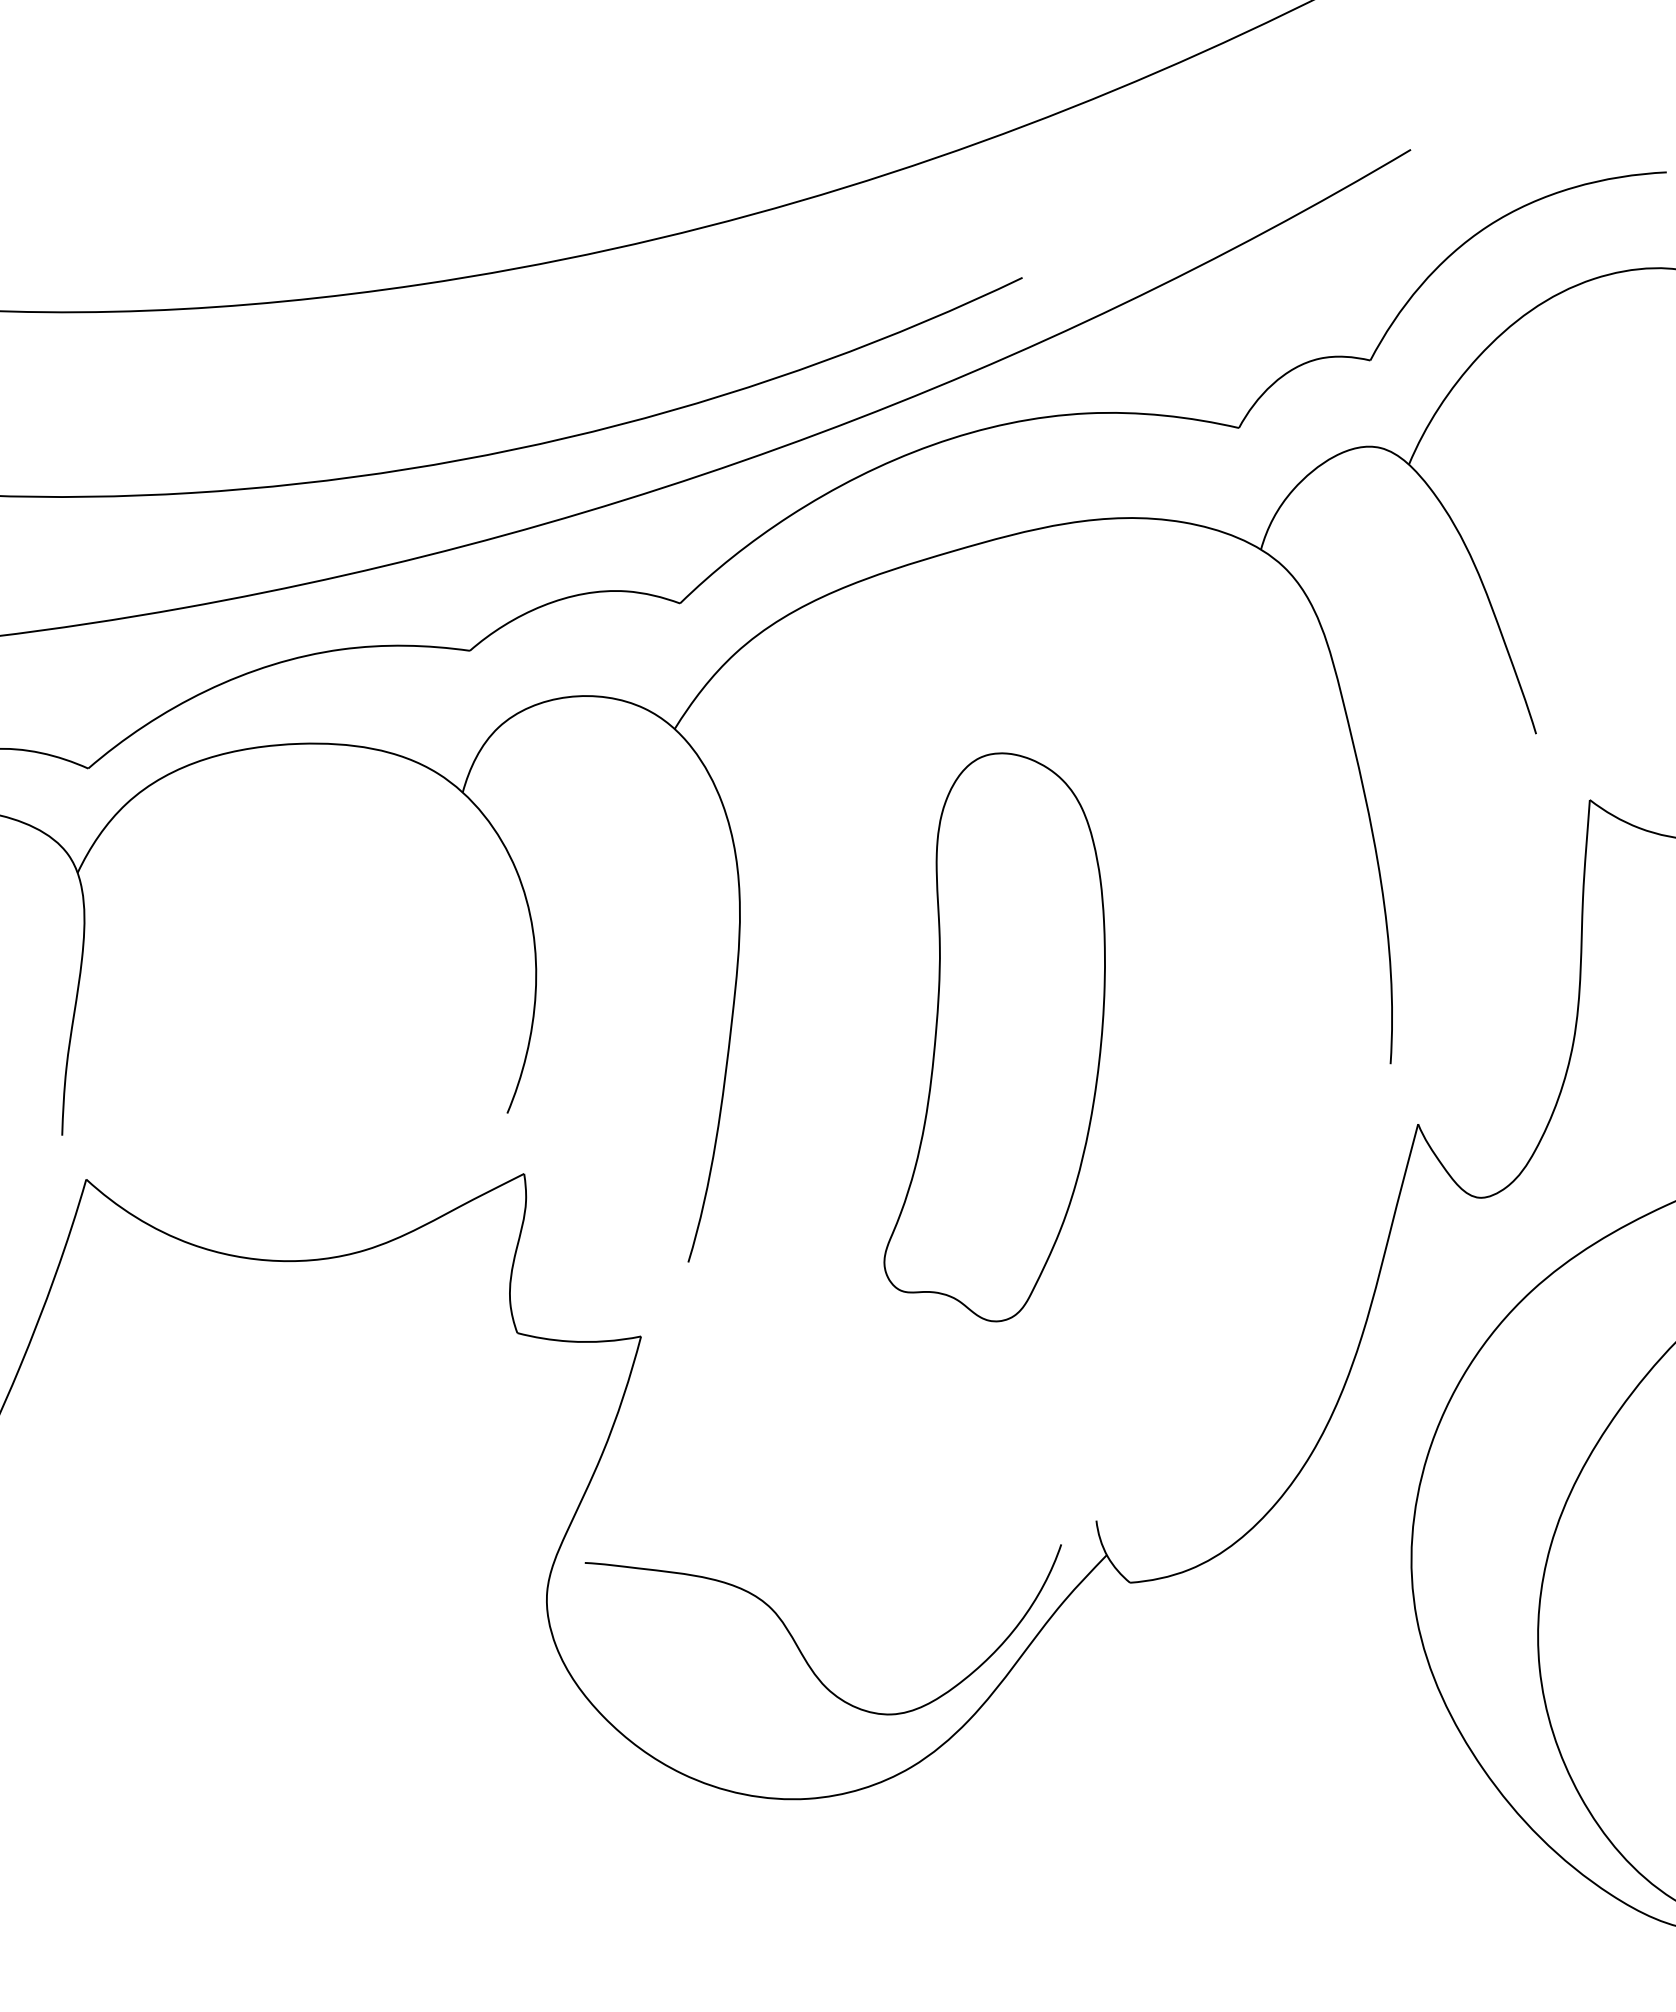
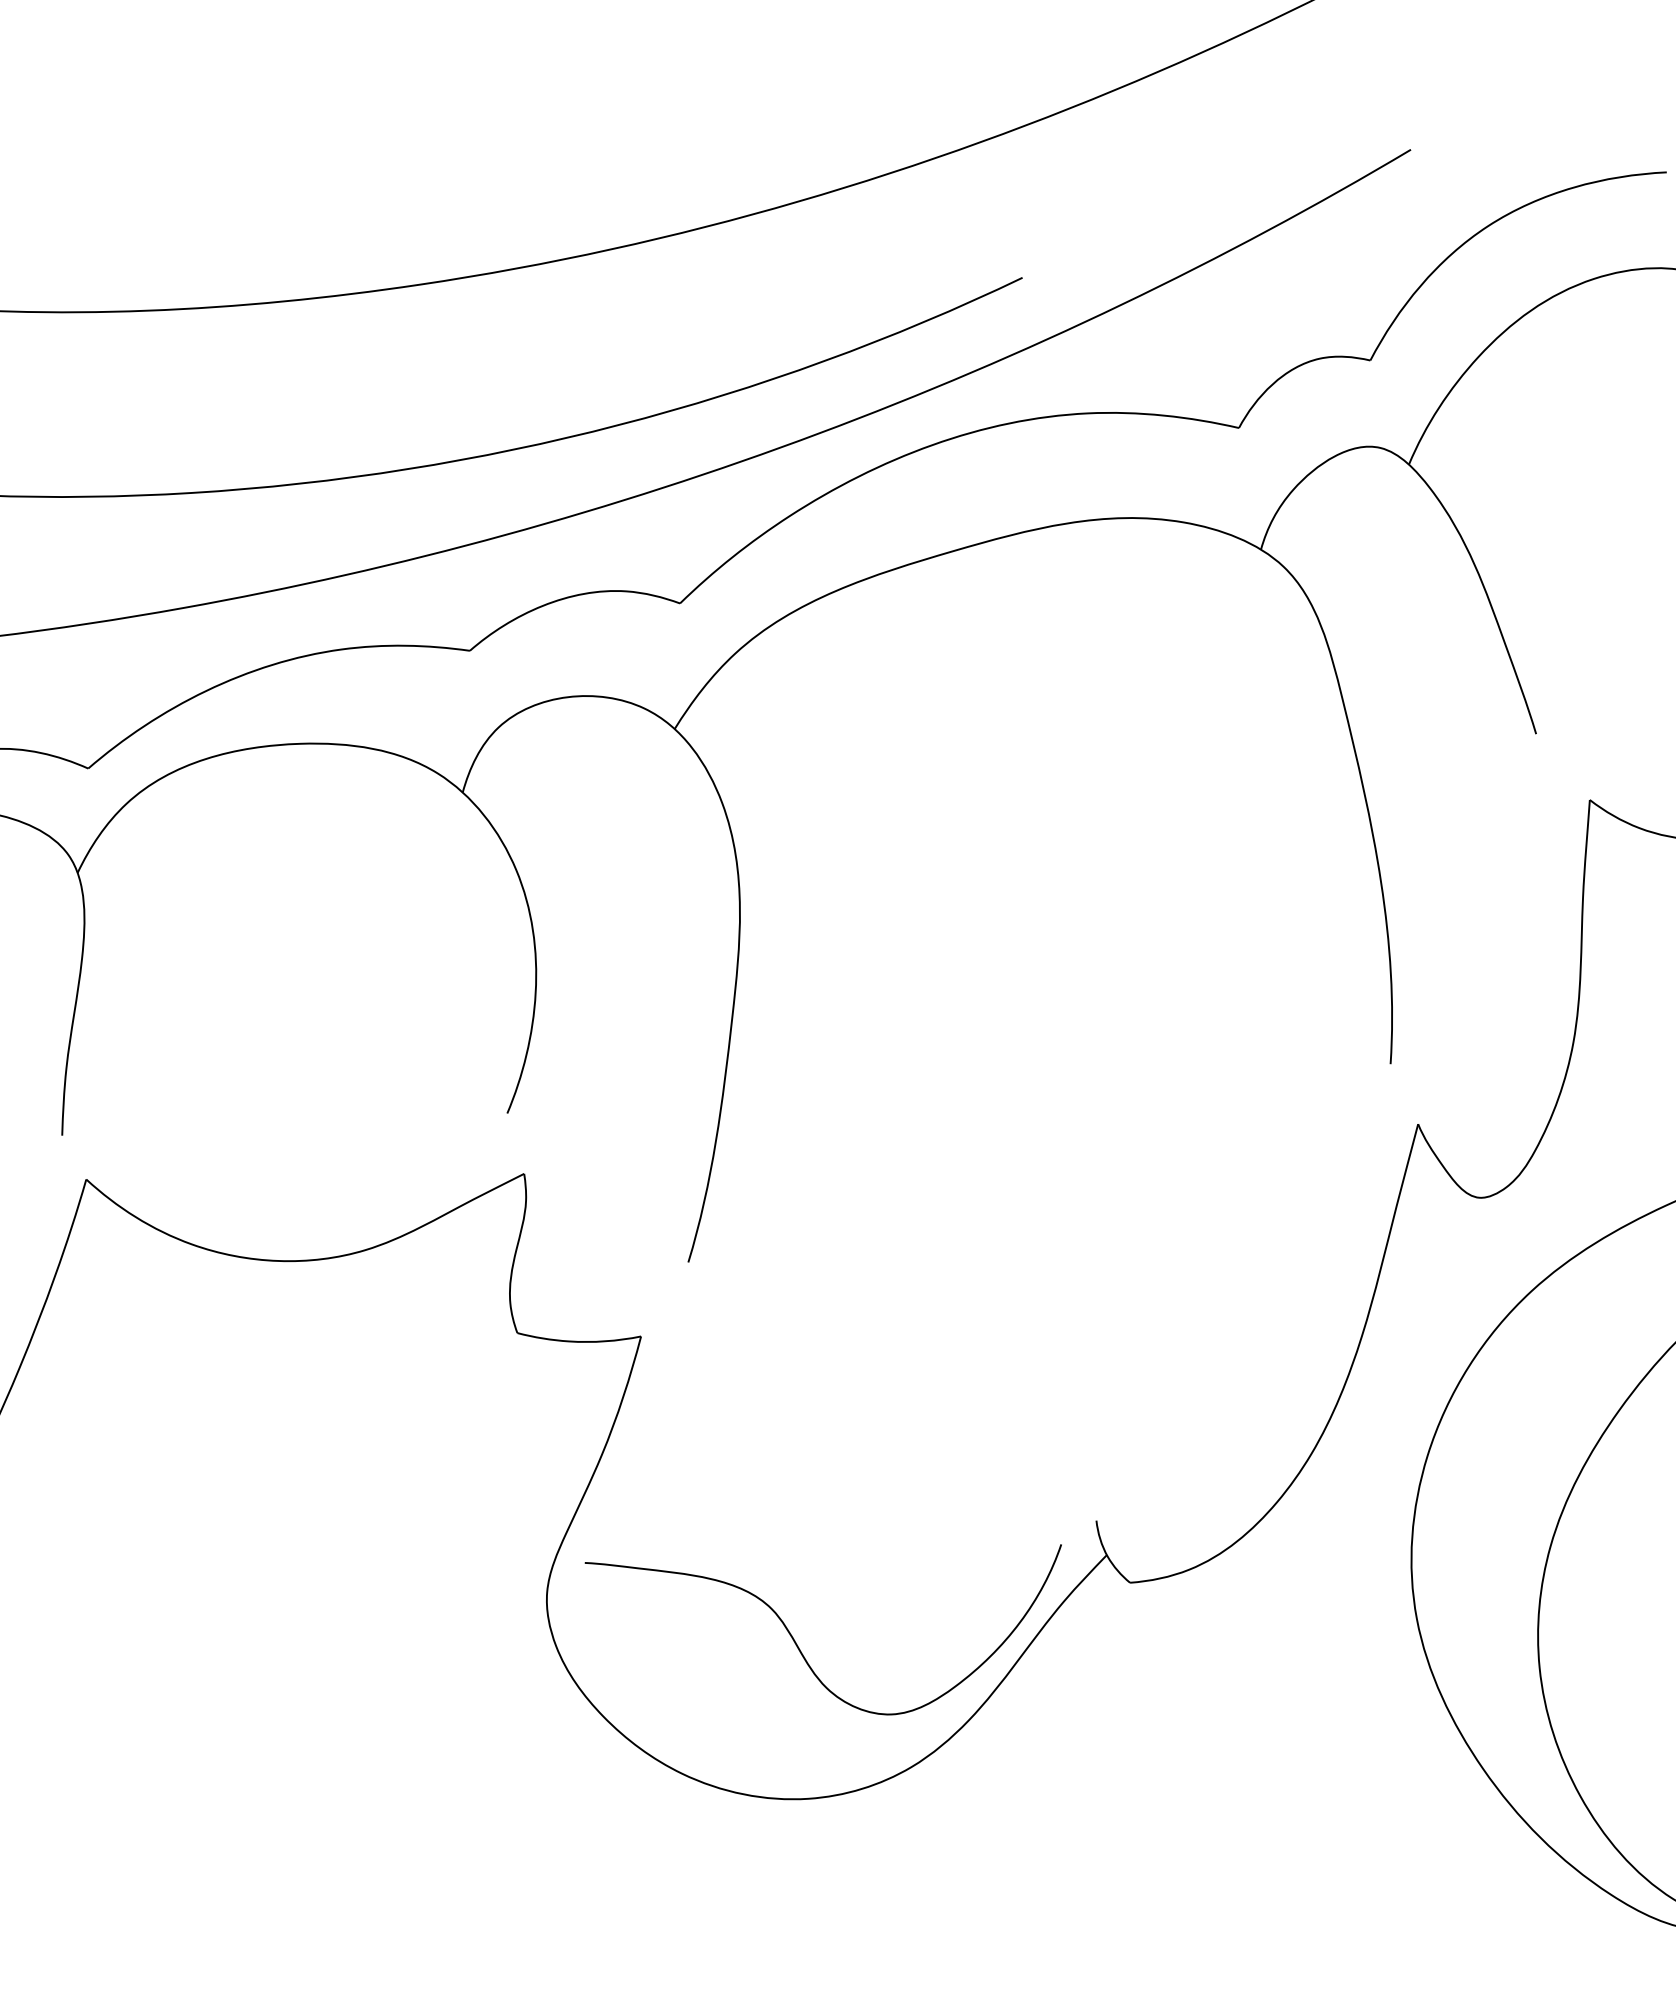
part at (994, 1037): present -> none
